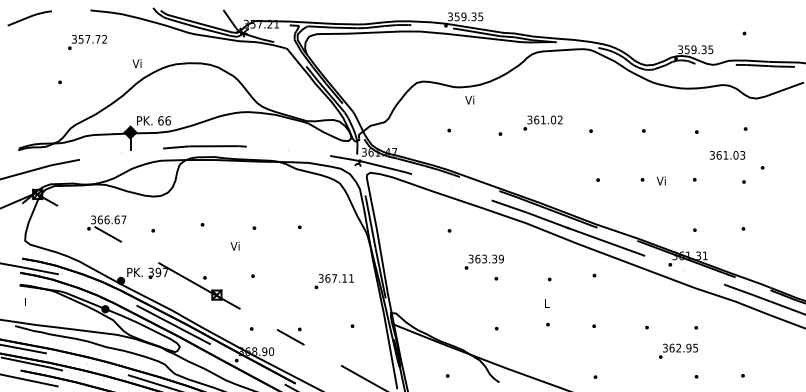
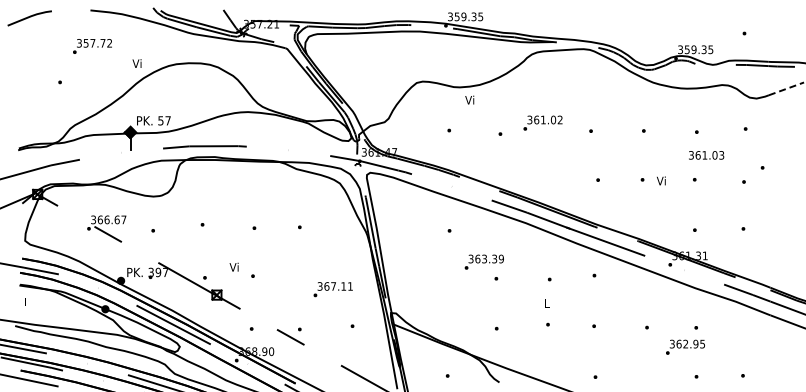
text at (87, 42) position: (87, 42) -> (92, 46)
line at (786, 88): solid -> dashed
text at (164, 120): 66 -> 57
text at (727, 155) position: (727, 155) -> (706, 155)
text at (234, 245) position: (234, 245) -> (233, 266)
text at (333, 281) position: (333, 281) -> (332, 289)
text at (678, 350) position: (678, 350) -> (685, 346)
